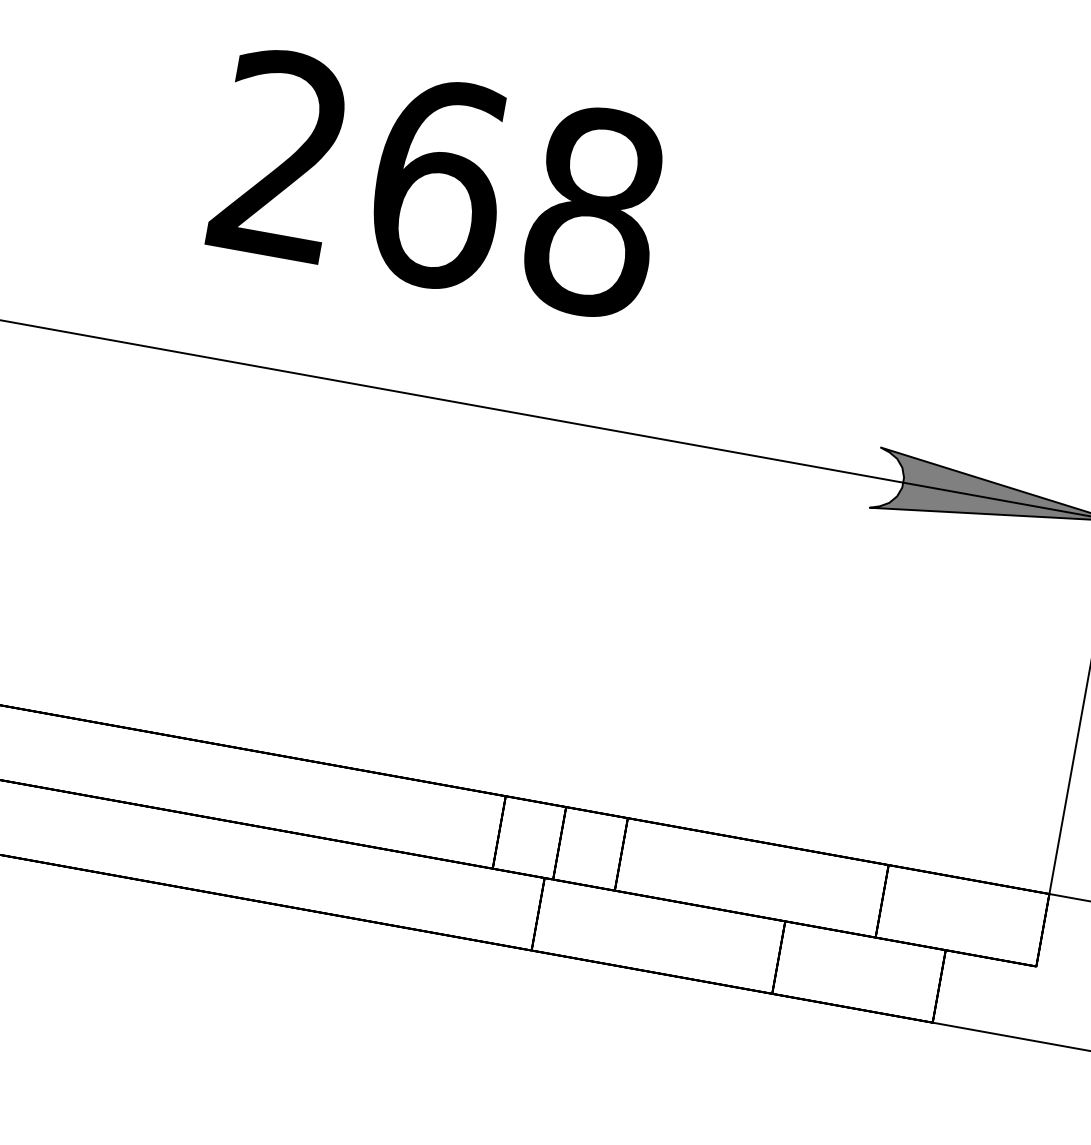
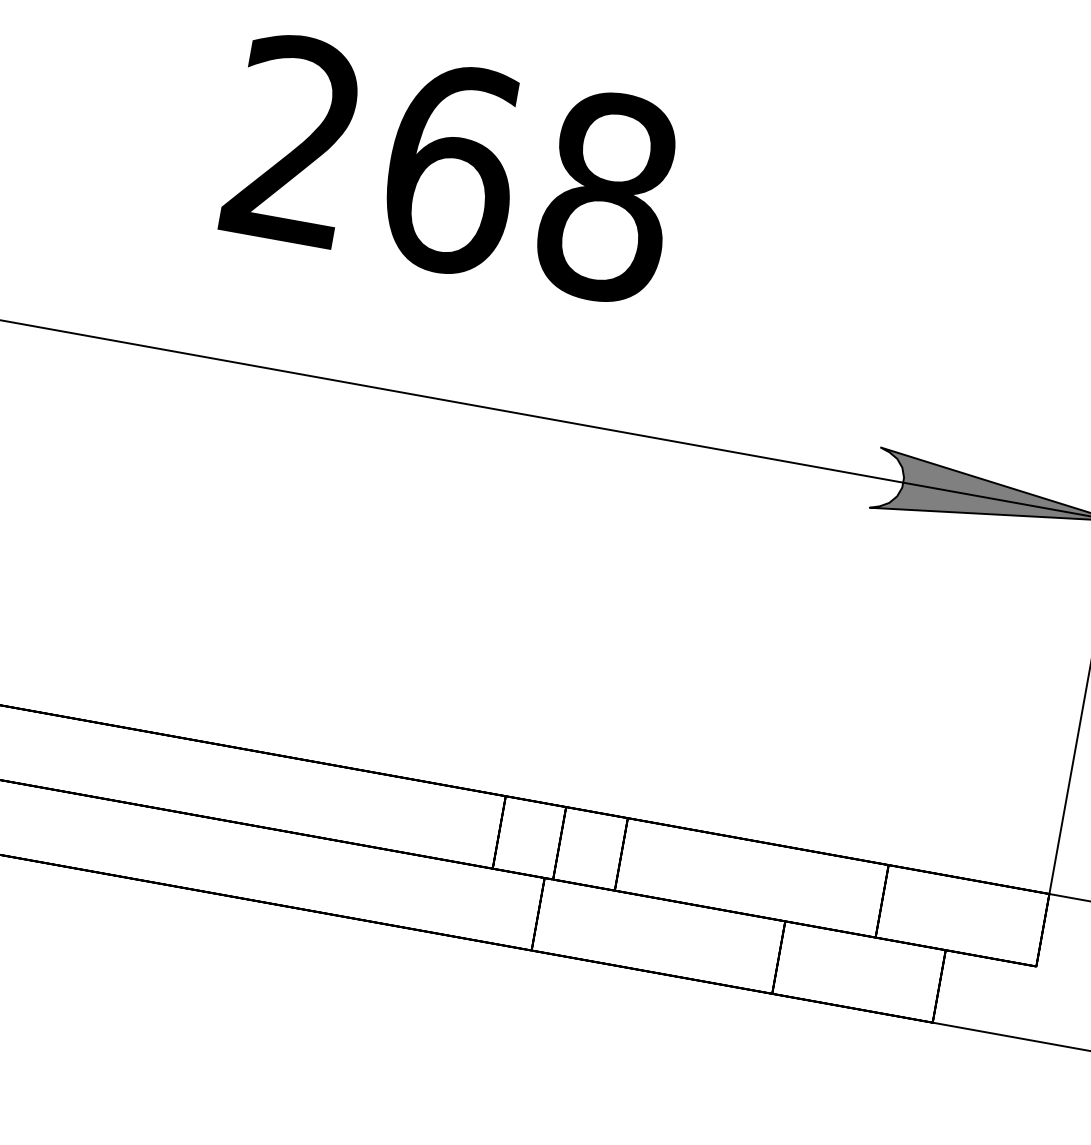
text at (433, 183) position: (433, 183) -> (446, 168)
